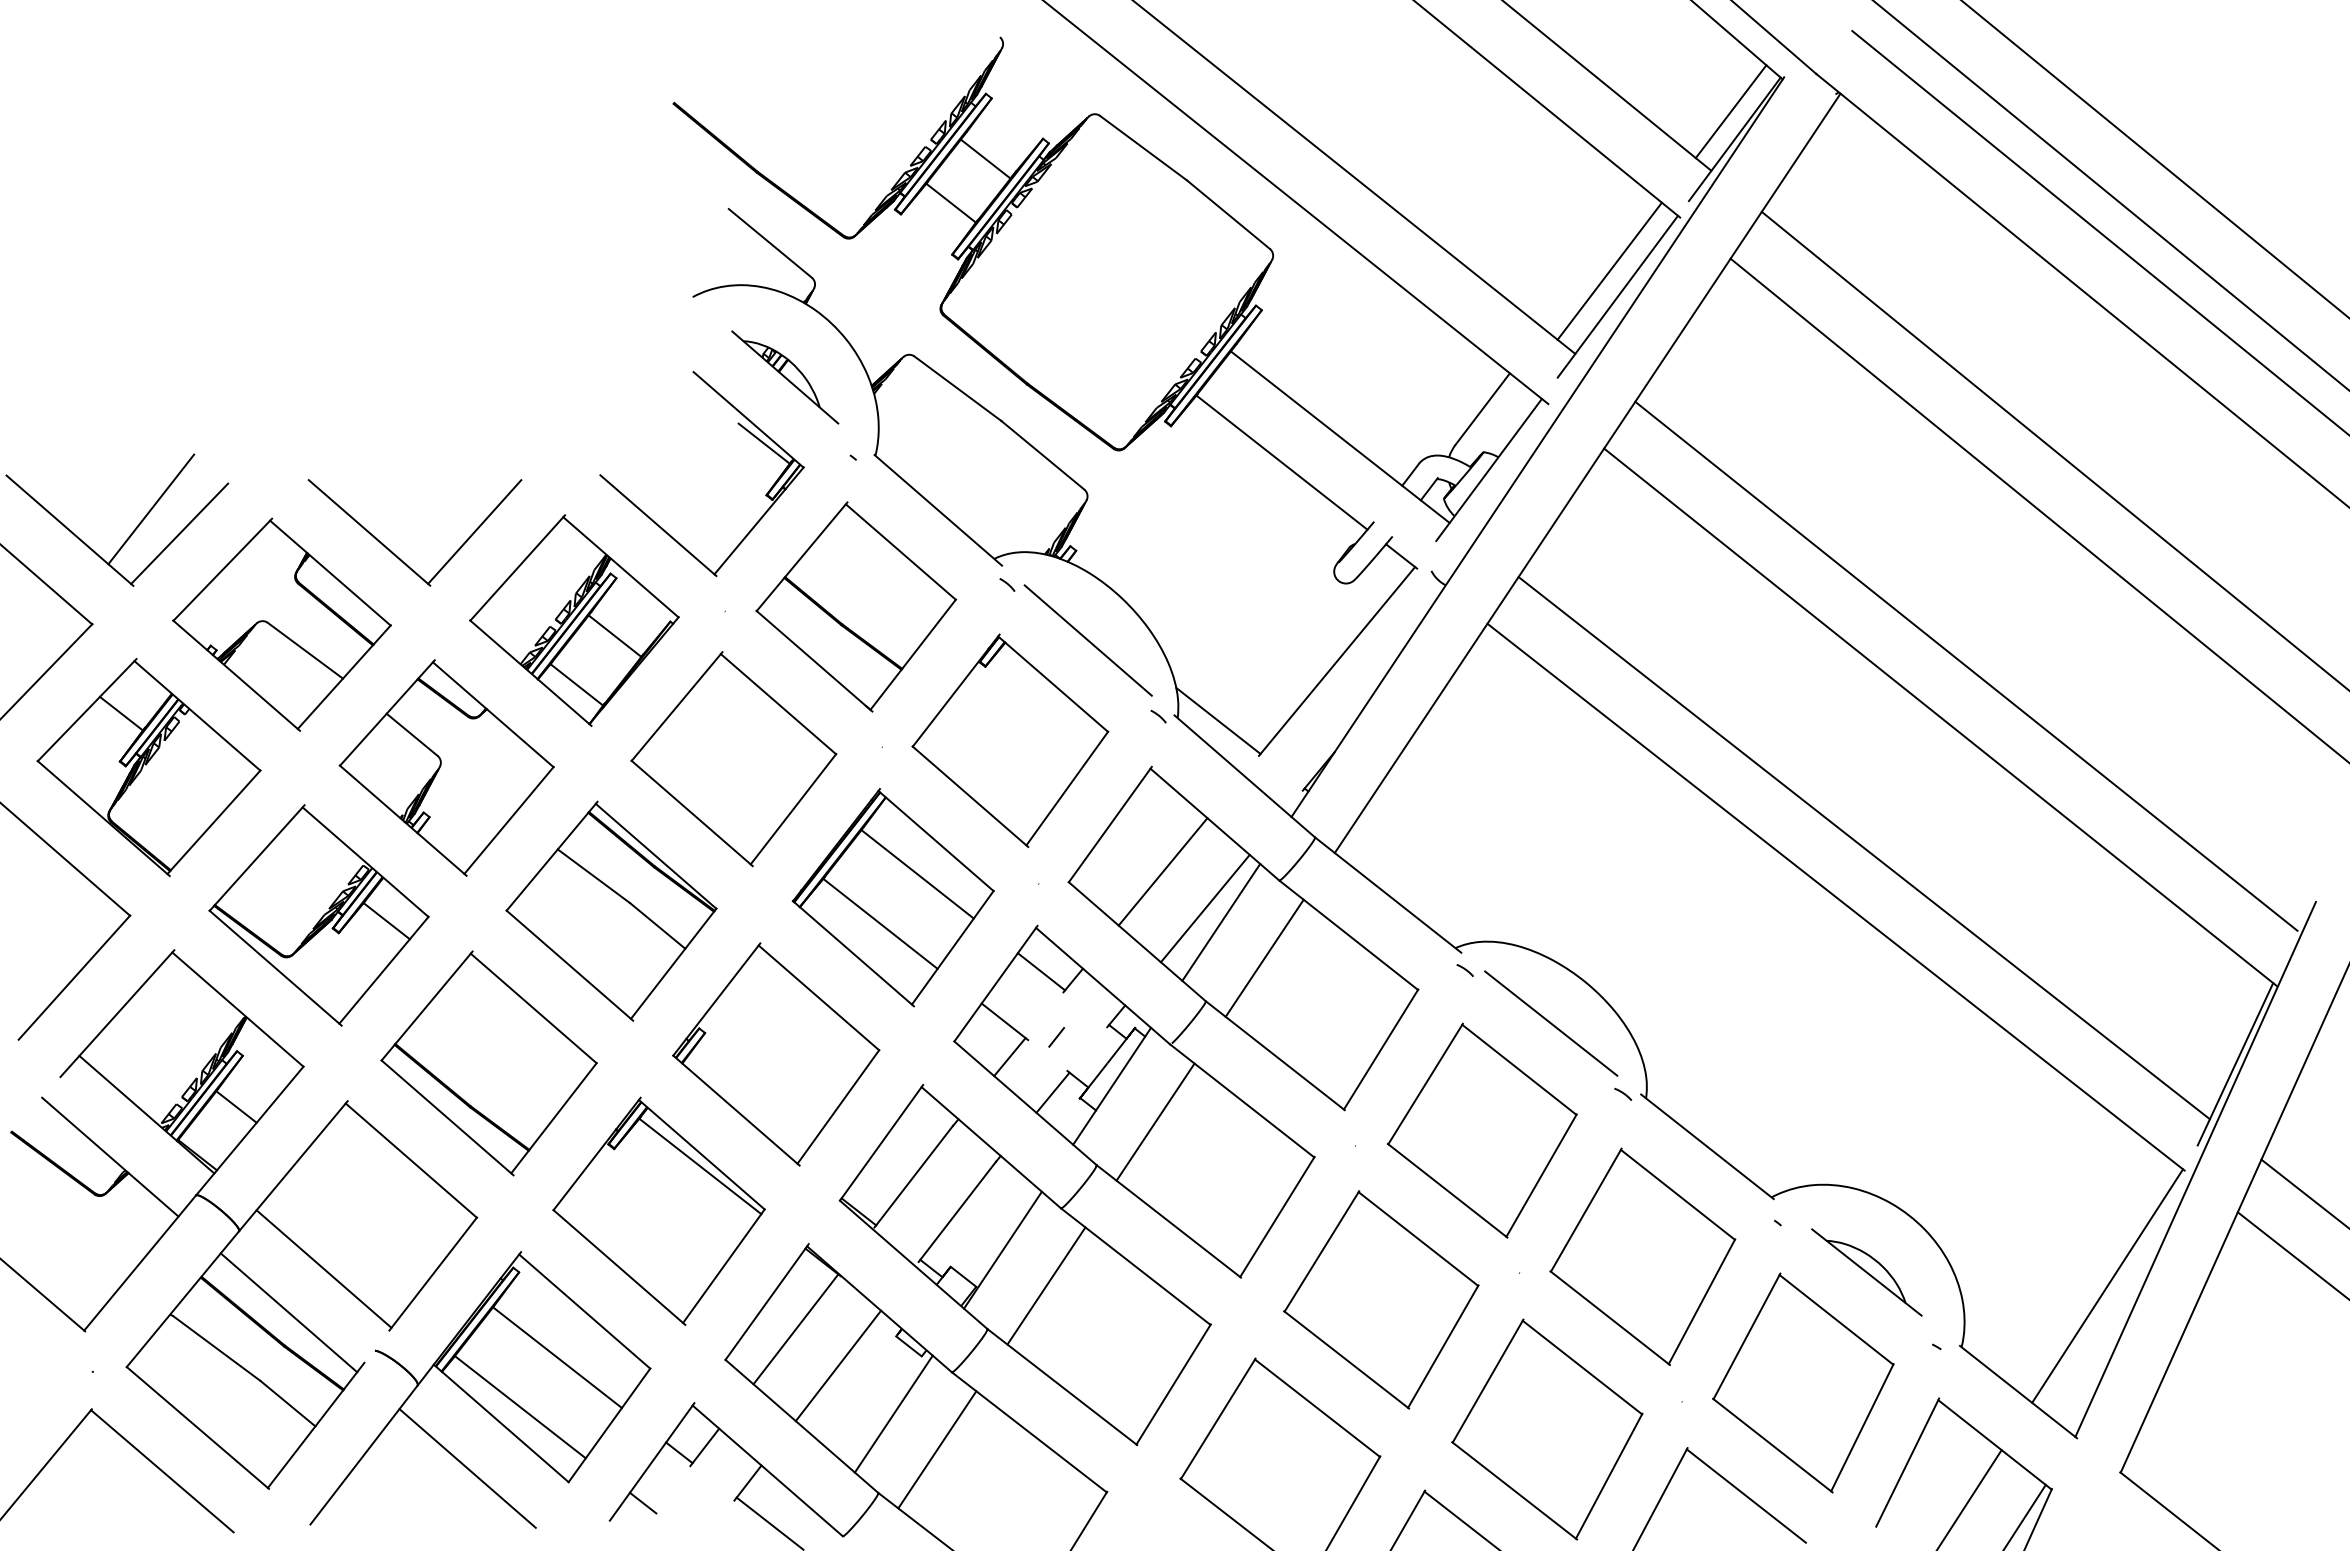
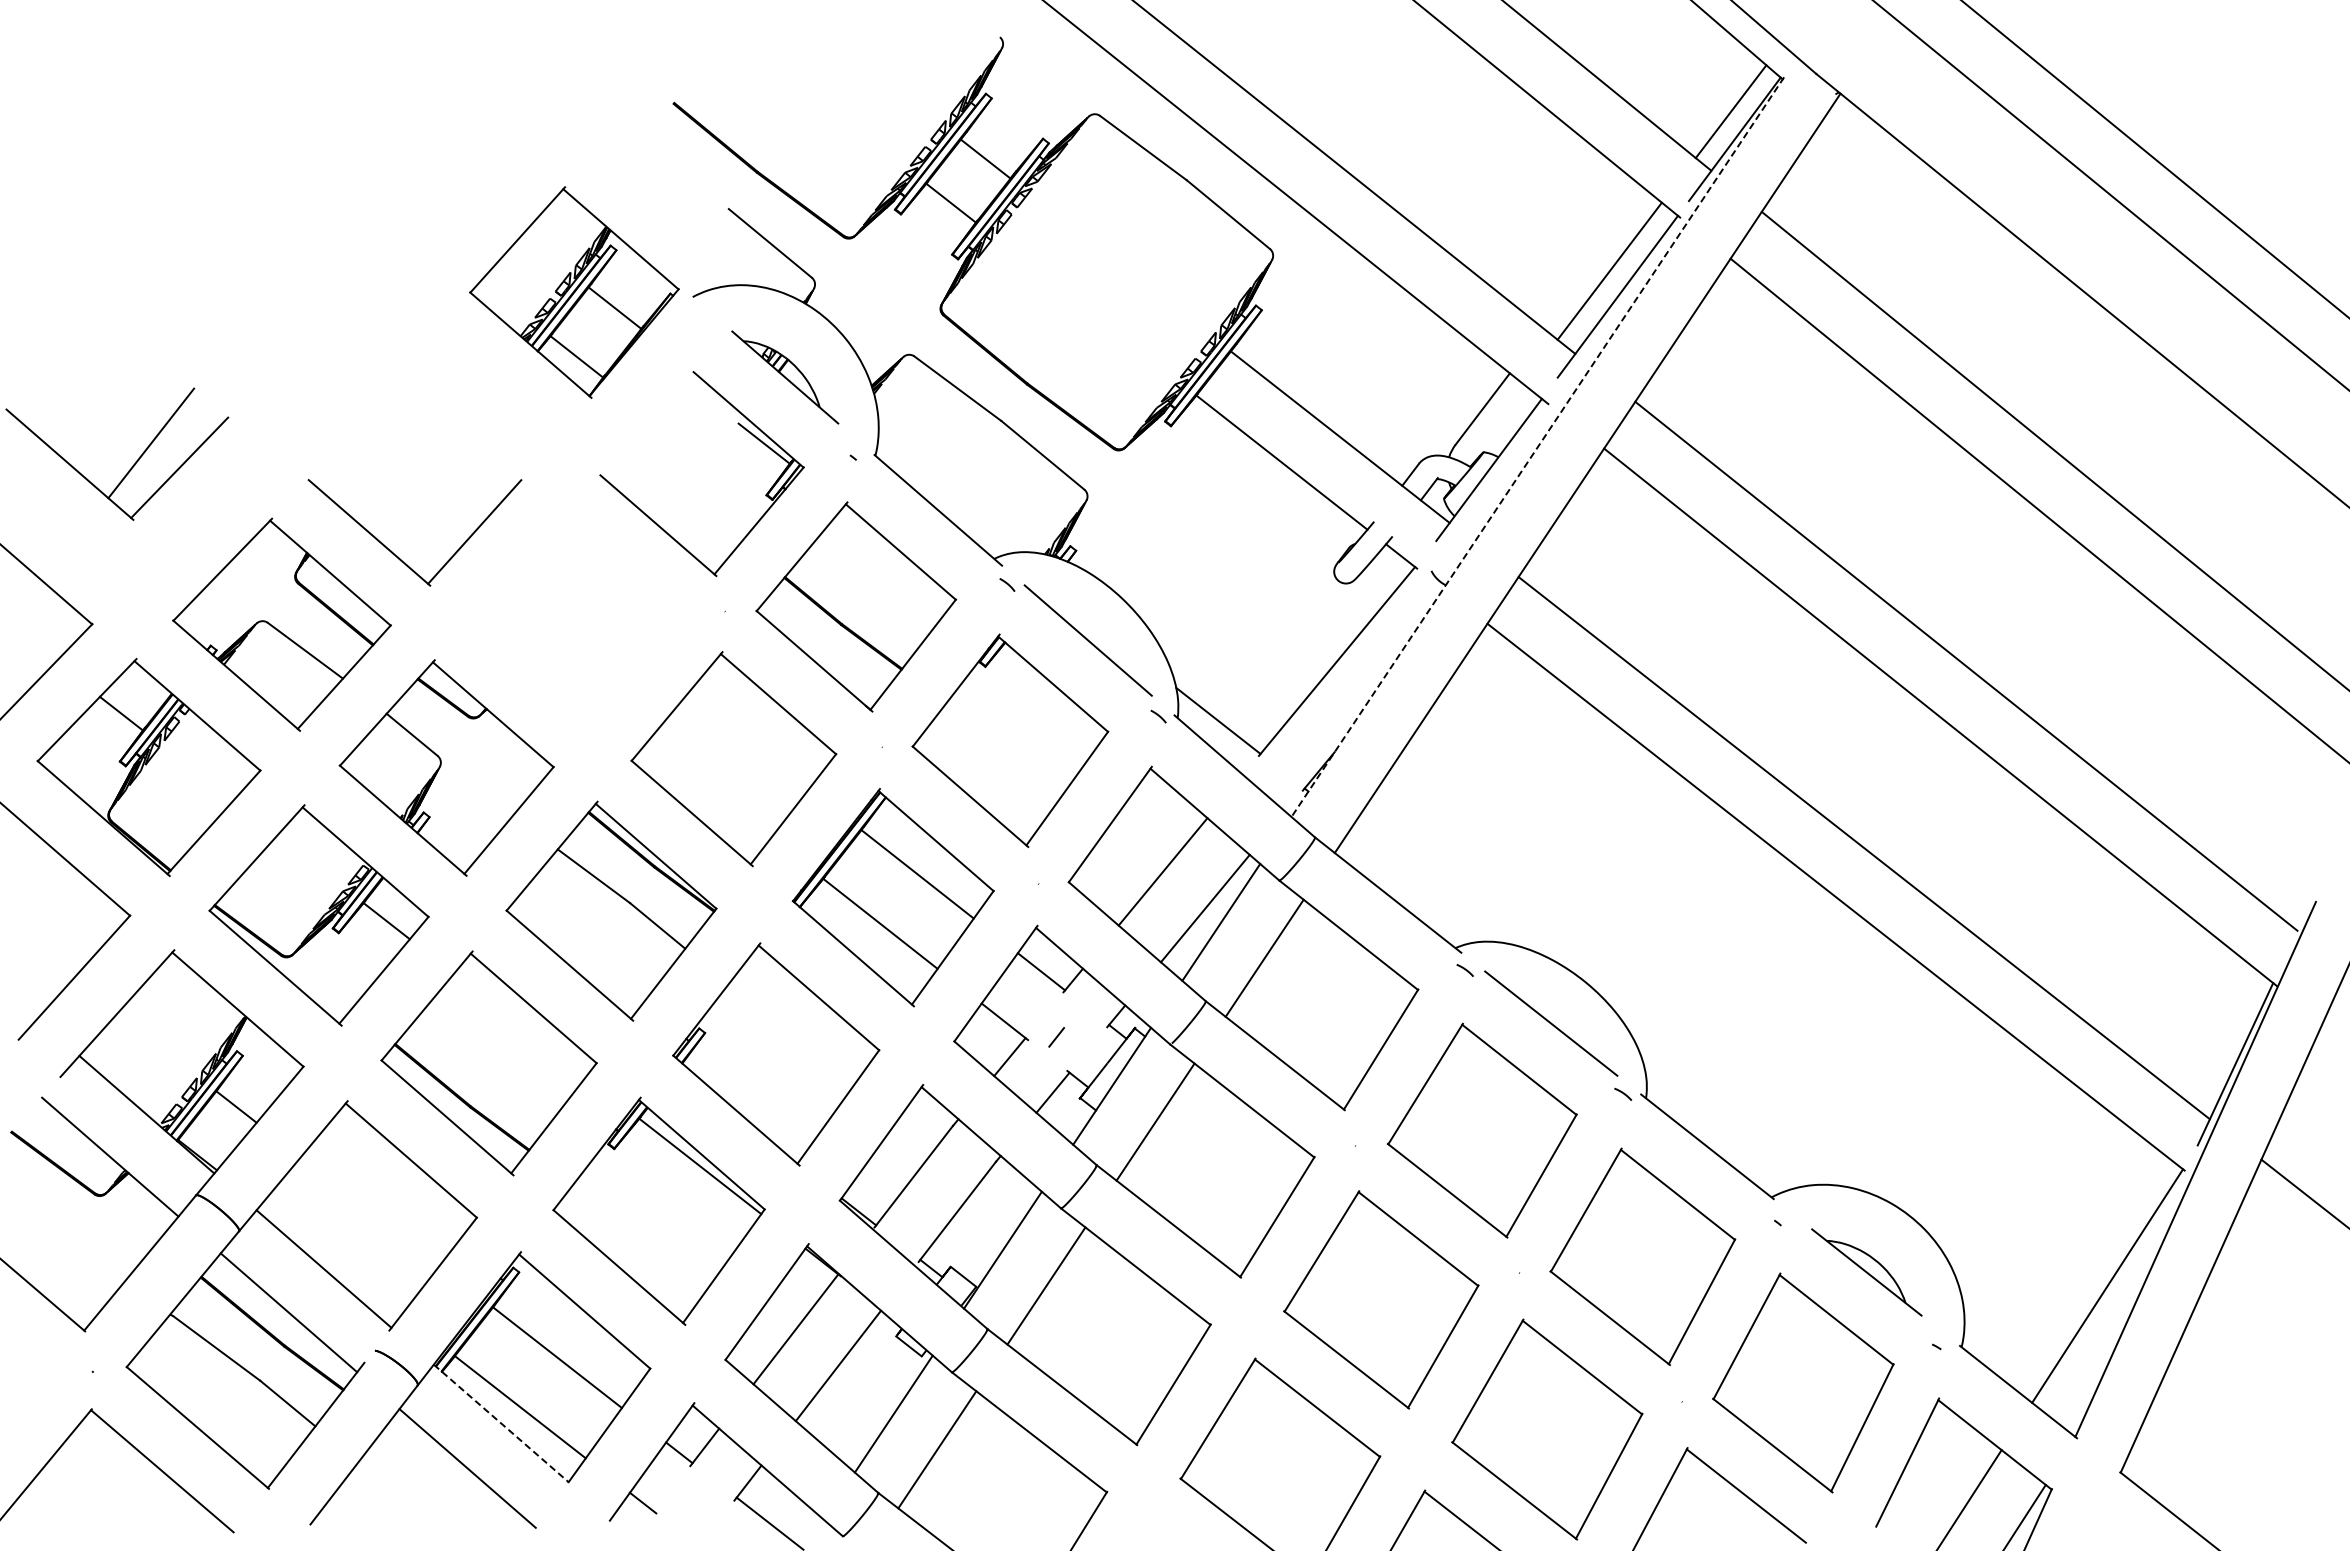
line at (2099, 232): present -> none
line at (1537, 447): solid -> dashed
part at (132, 531) position: (132, 531) -> (132, 465)
part at (574, 620) position: (574, 620) -> (574, 292)
line at (2291, 1254): present -> none
line at (501, 1423): solid -> dashed
